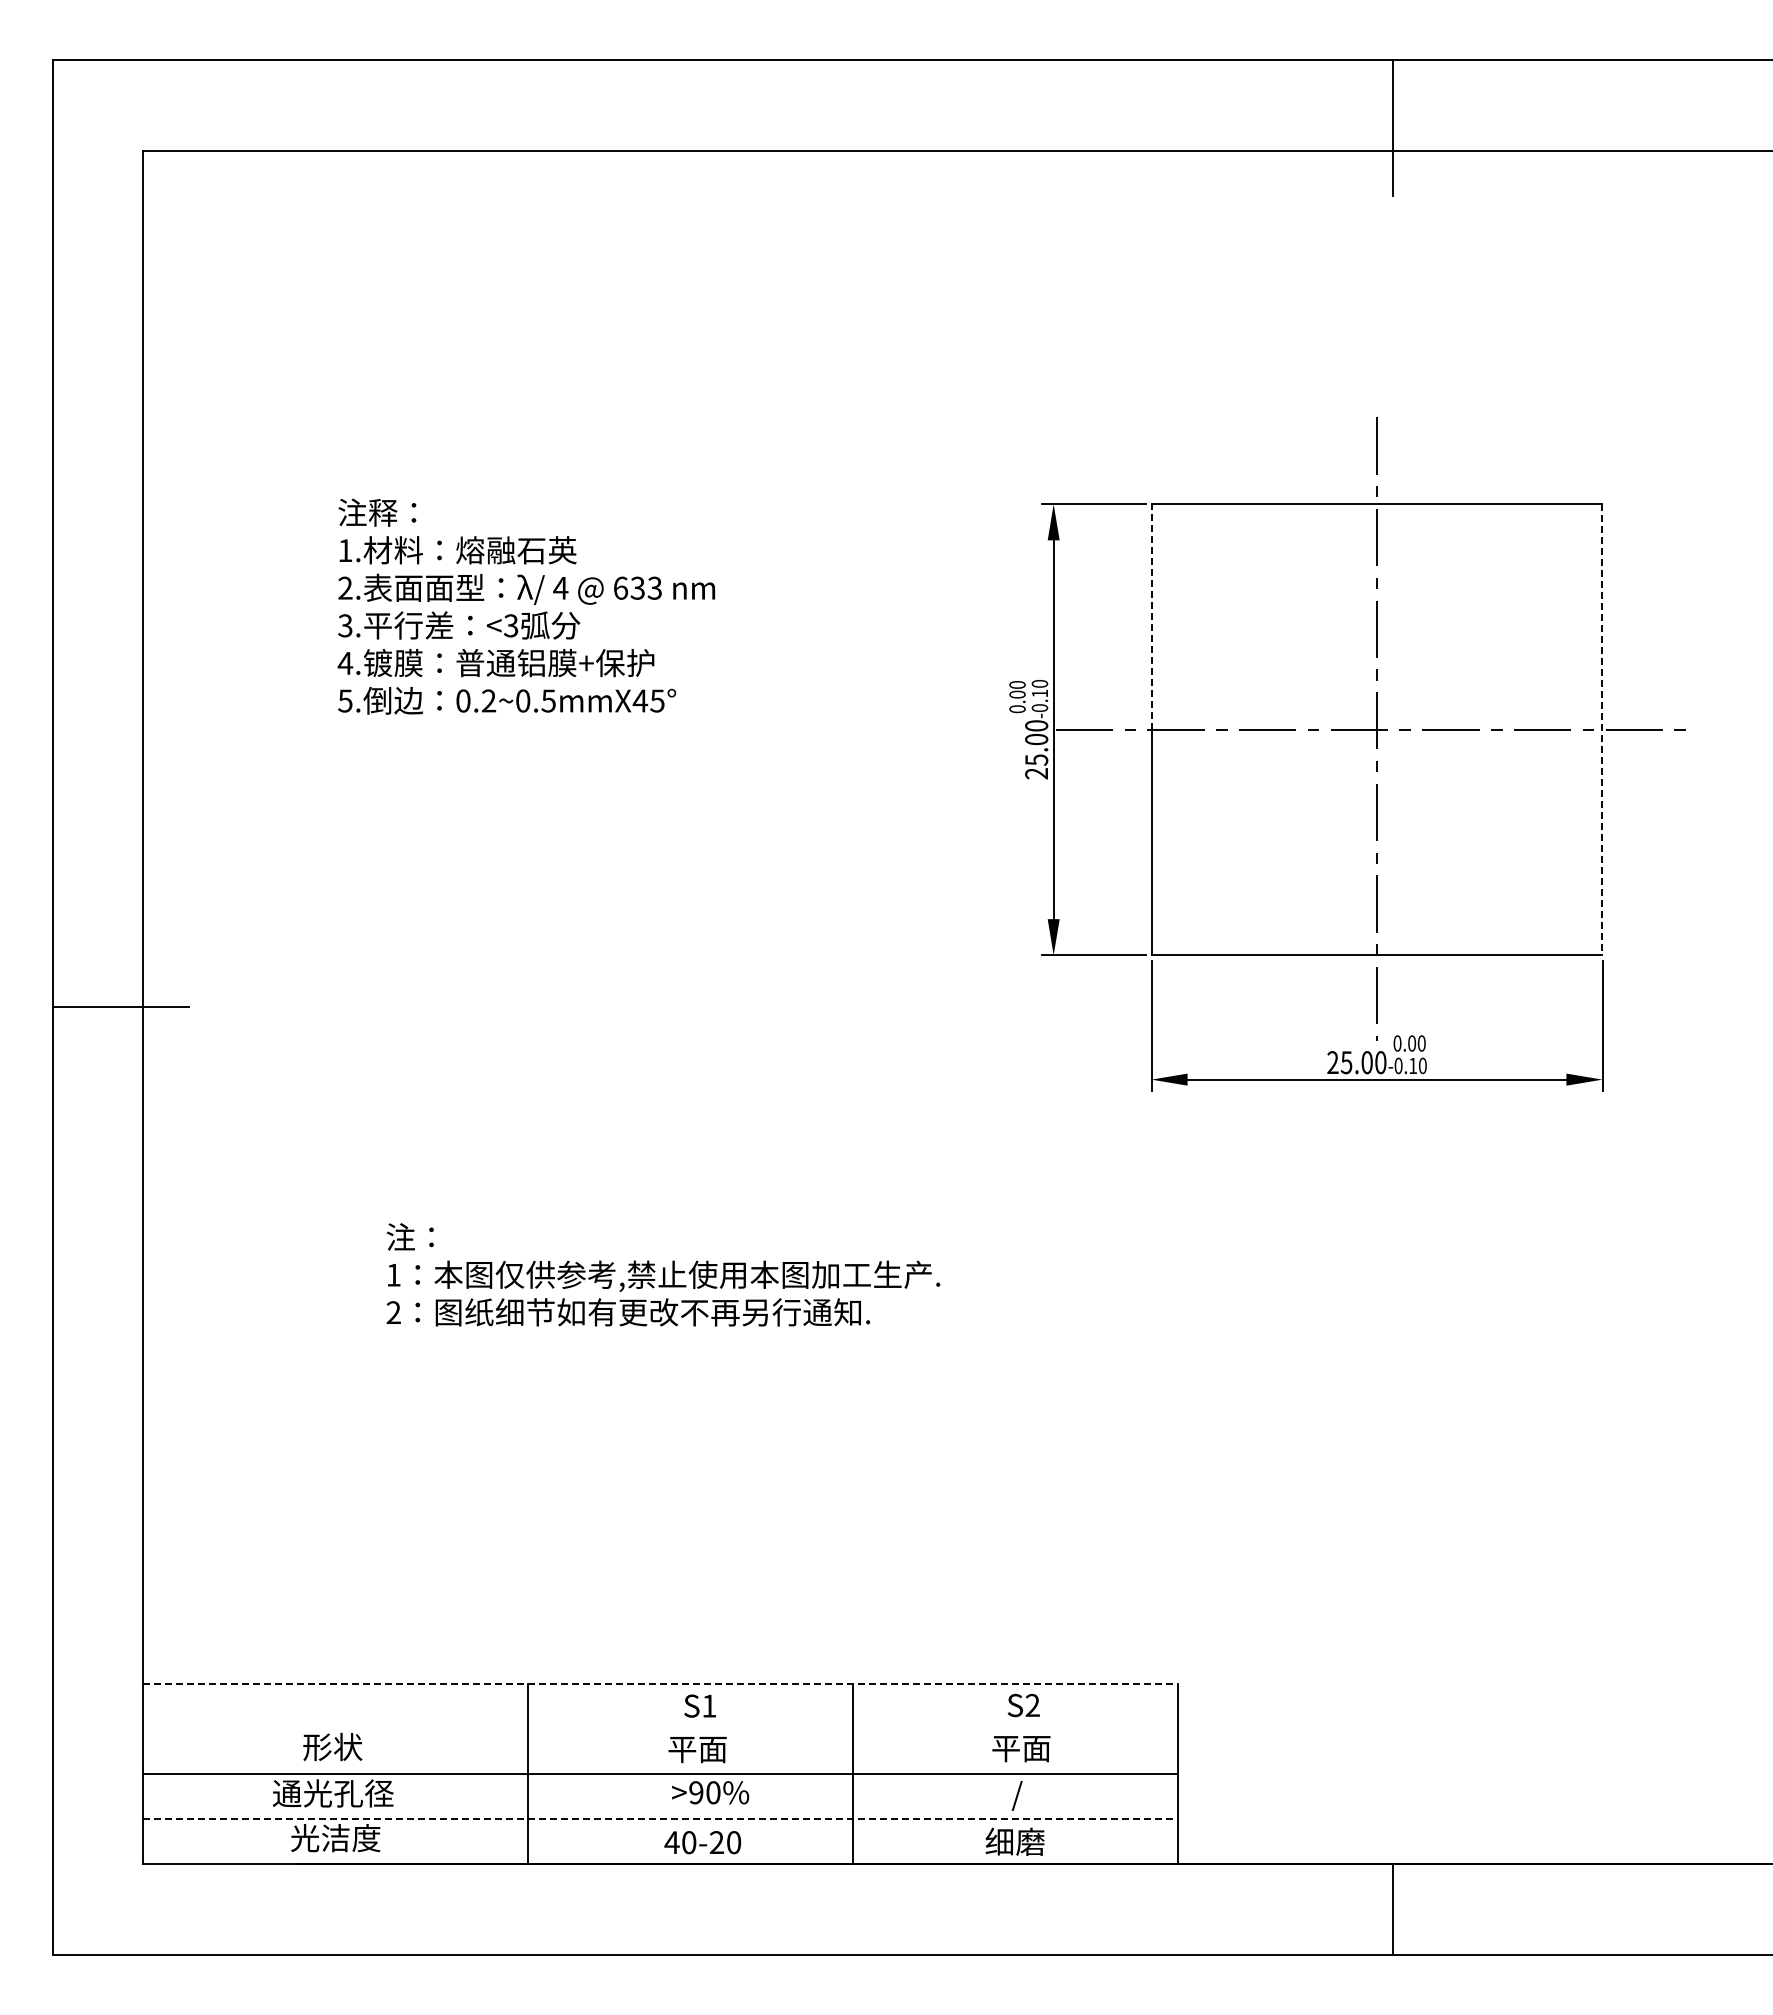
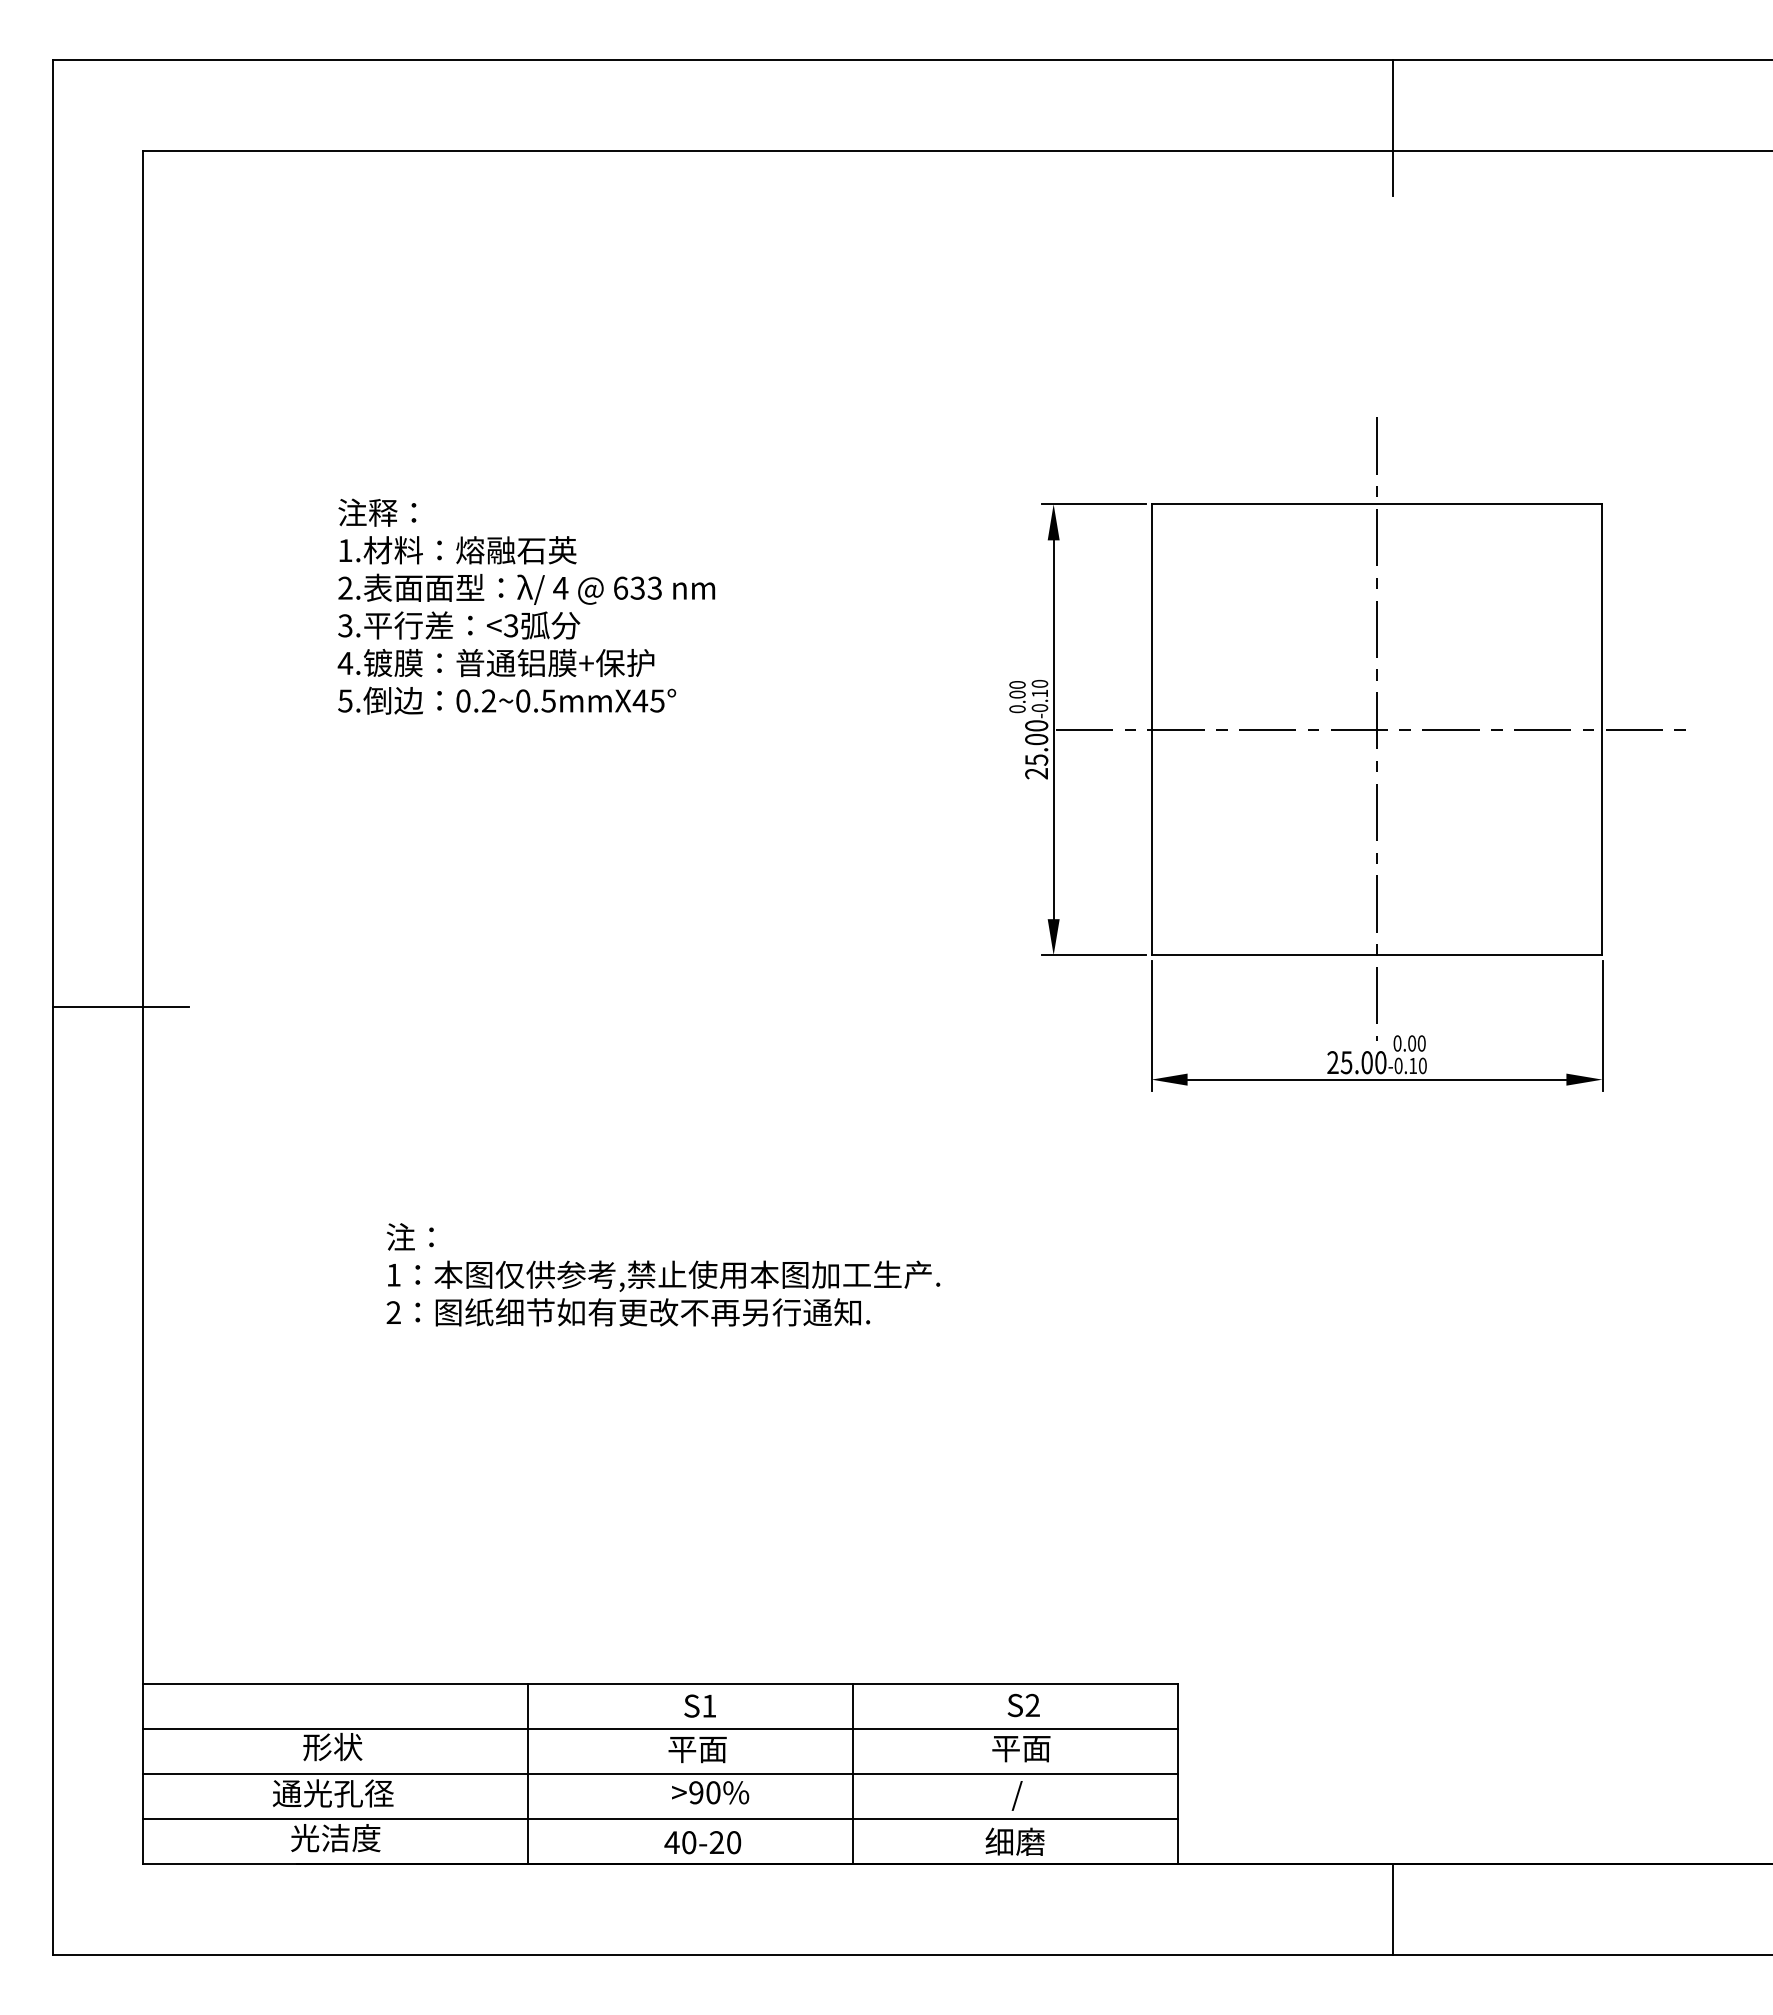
line at (1151, 617): dashed -> solid
line at (1602, 730): dashed -> solid
line at (661, 1683): dashed -> solid
line at (660, 1729): none -> present
line at (661, 1819): dashed -> solid
